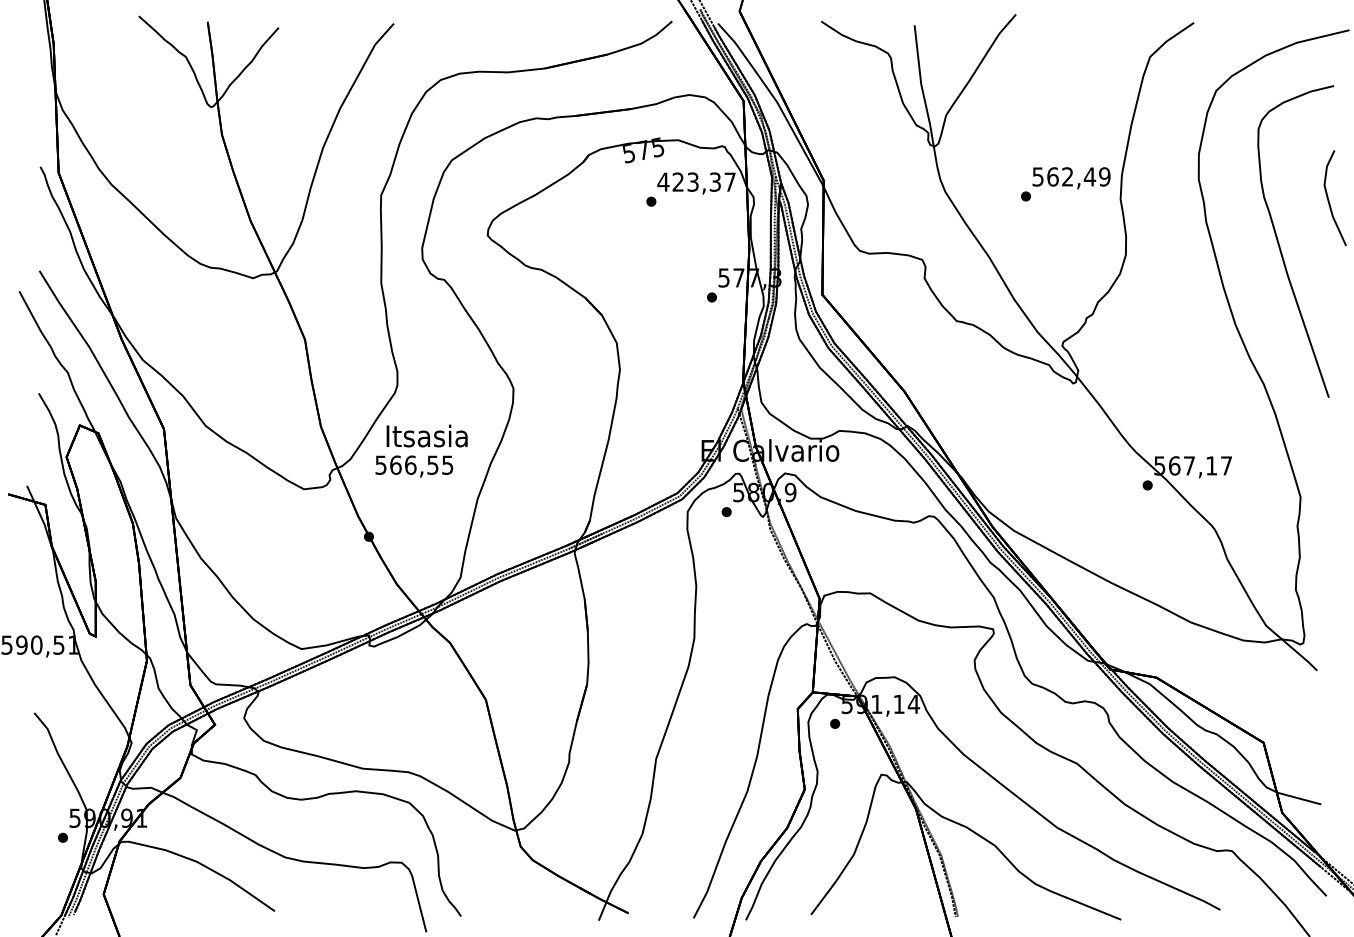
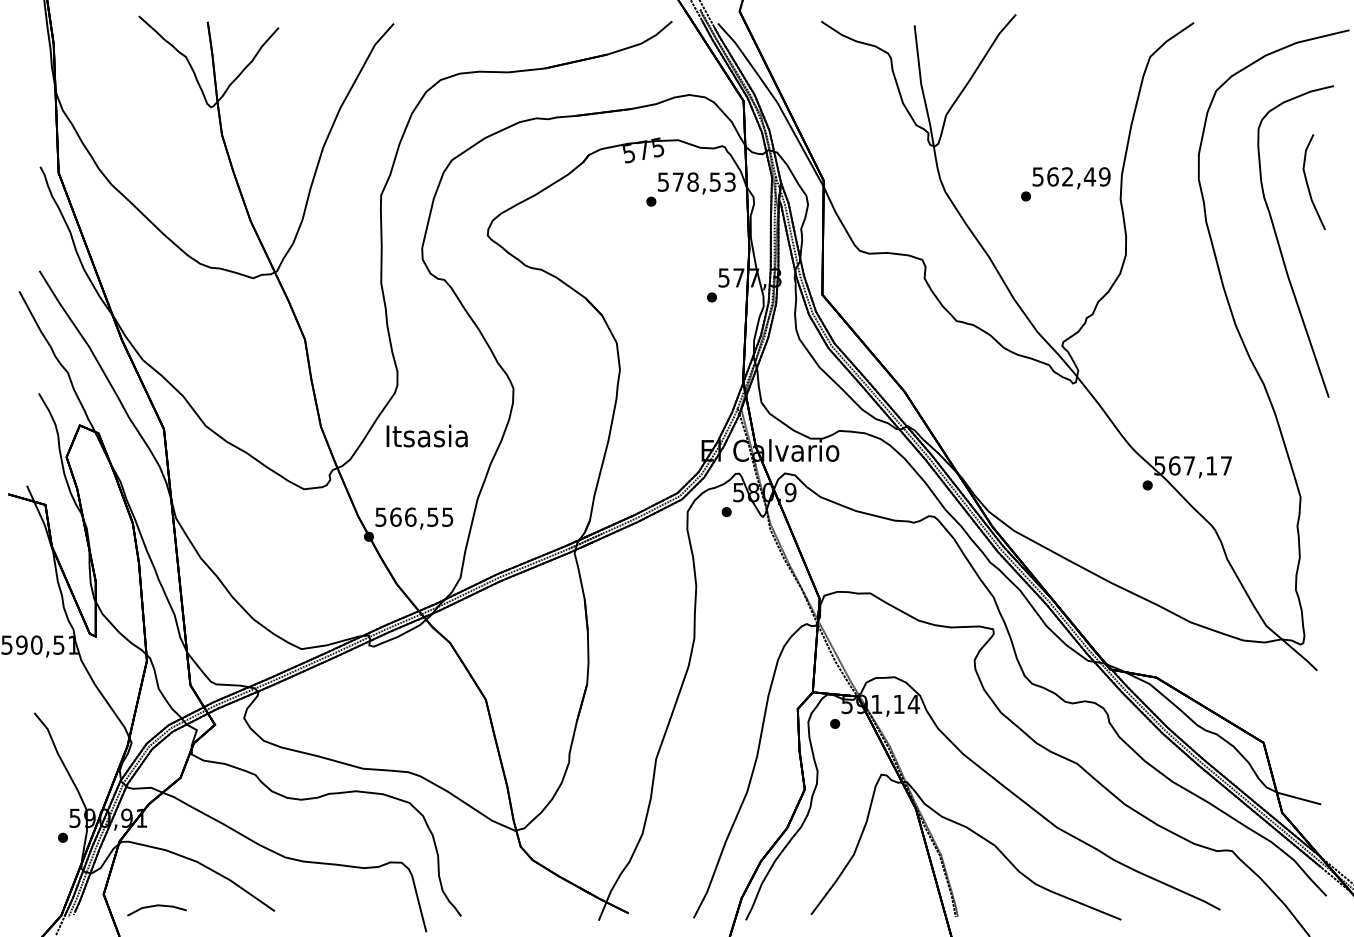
text at (696, 181): 423,37 -> 578,53
curve at (1329, 200) position: (1329, 200) -> (1308, 184)
text at (414, 466) position: (414, 466) -> (414, 518)
part at (156, 910): none -> present
